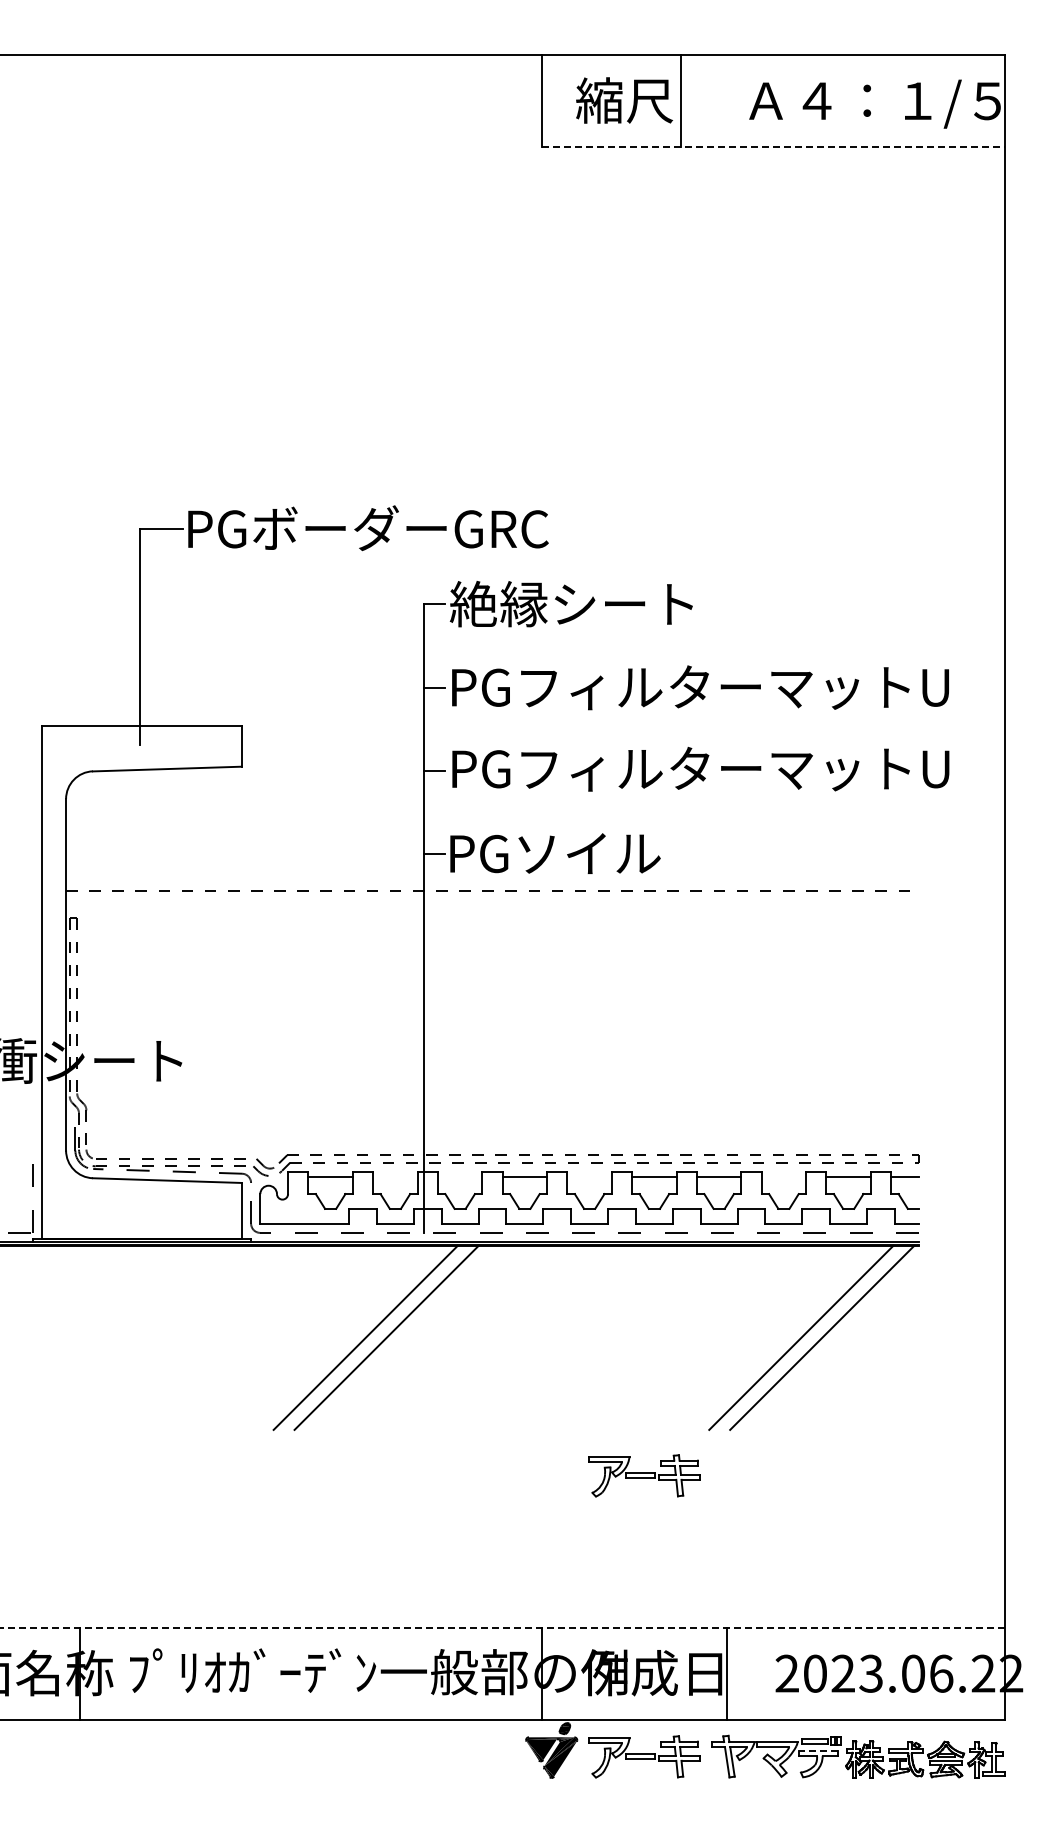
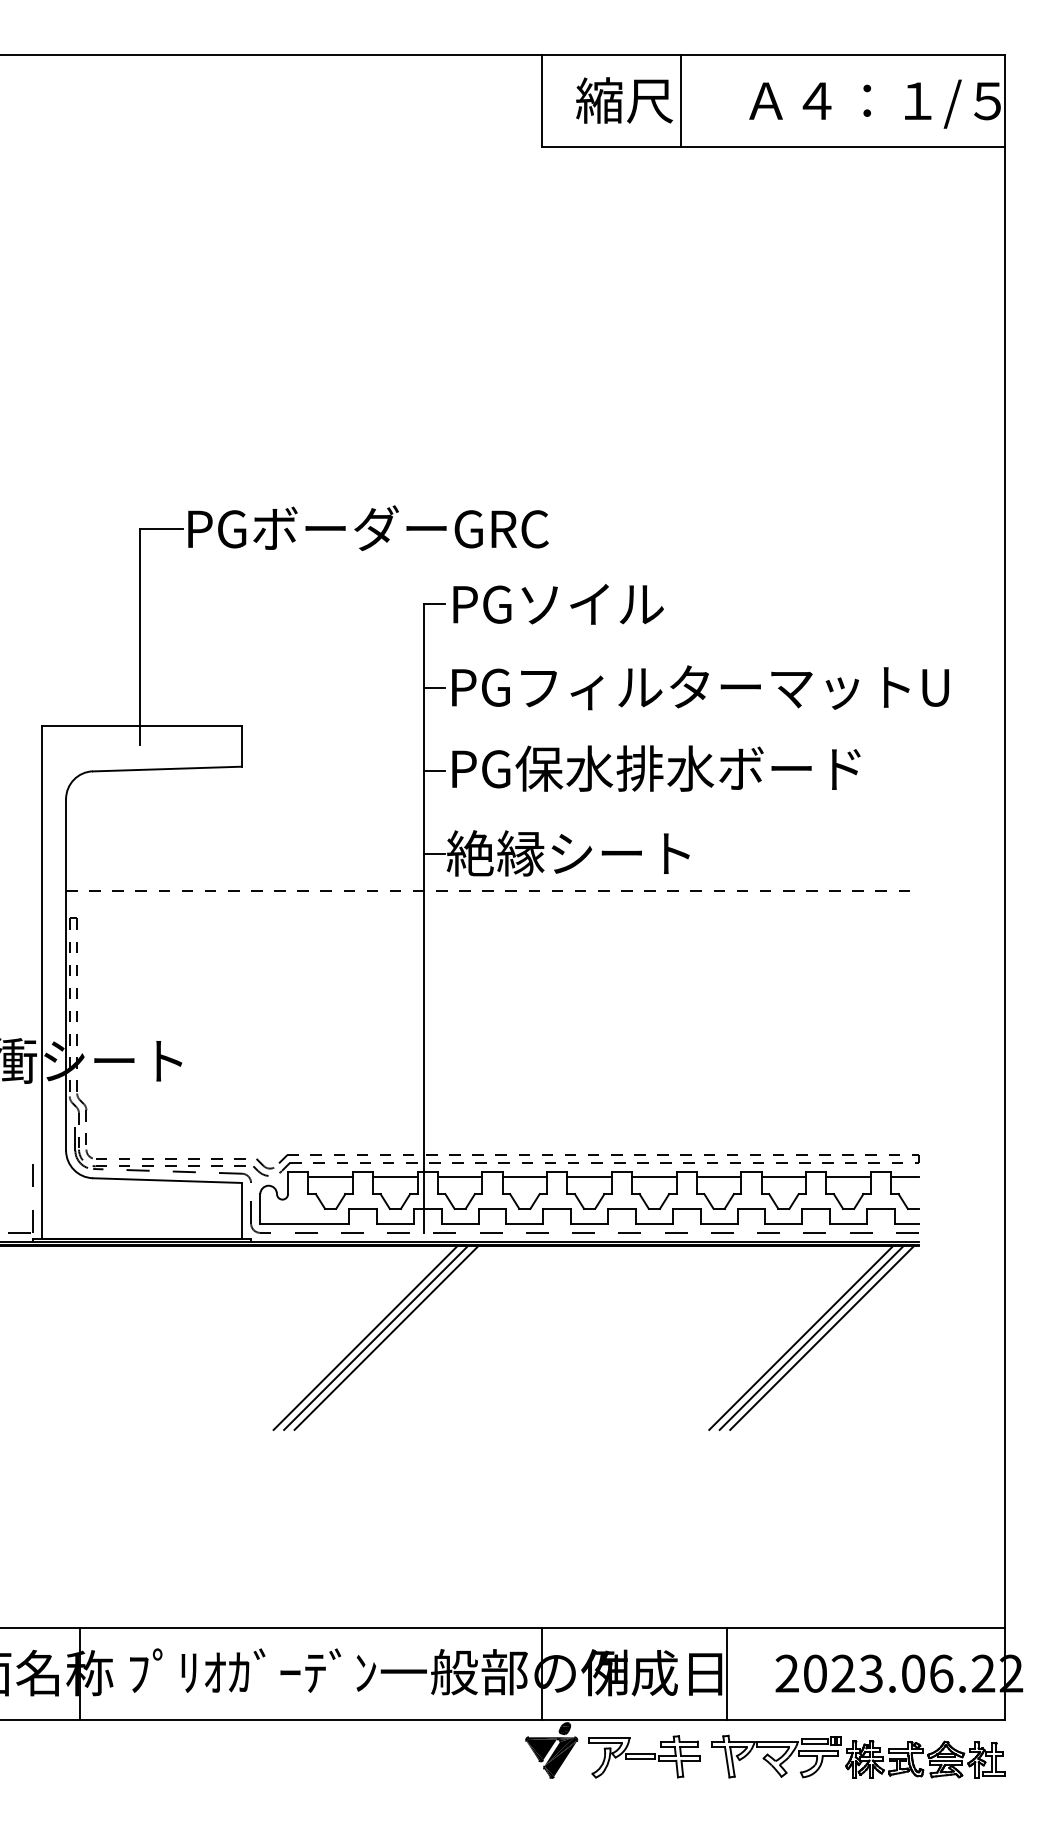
line at (773, 147): dashed -> solid
text at (570, 603): 絶縁シート -> PGソイル
text at (732, 768): PGフィルターマットU -> PG保水排水ボード
text at (567, 853): PGソイル -> 絶縁シート
line at (395, 1177): none -> present
line at (459, 1177): none -> present
line at (589, 1177): none -> present
line at (783, 1177): none -> present
line at (376, 1337): none -> present
line at (811, 1337): none -> present
part at (644, 1475): present -> none
line at (502, 1627): dashed -> solid
line at (817, 1750): dashed -> solid
